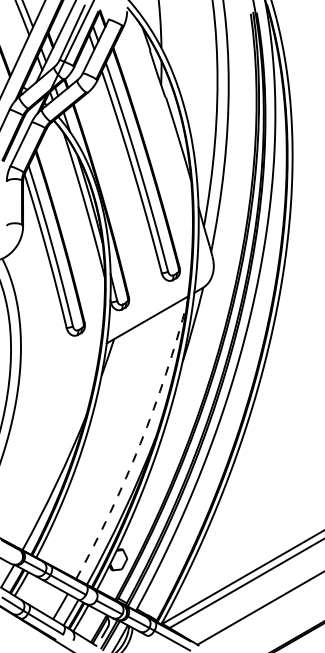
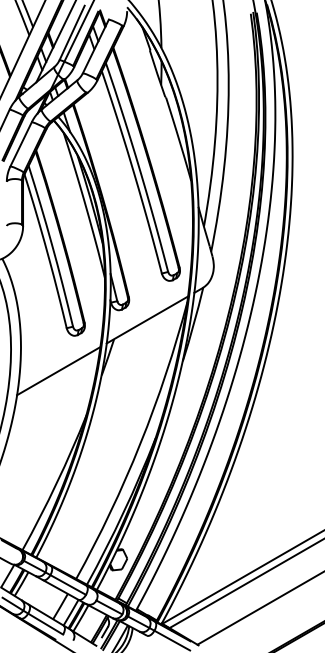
line at (58, 371): none -> present
arc at (140, 443): dashed -> solid
